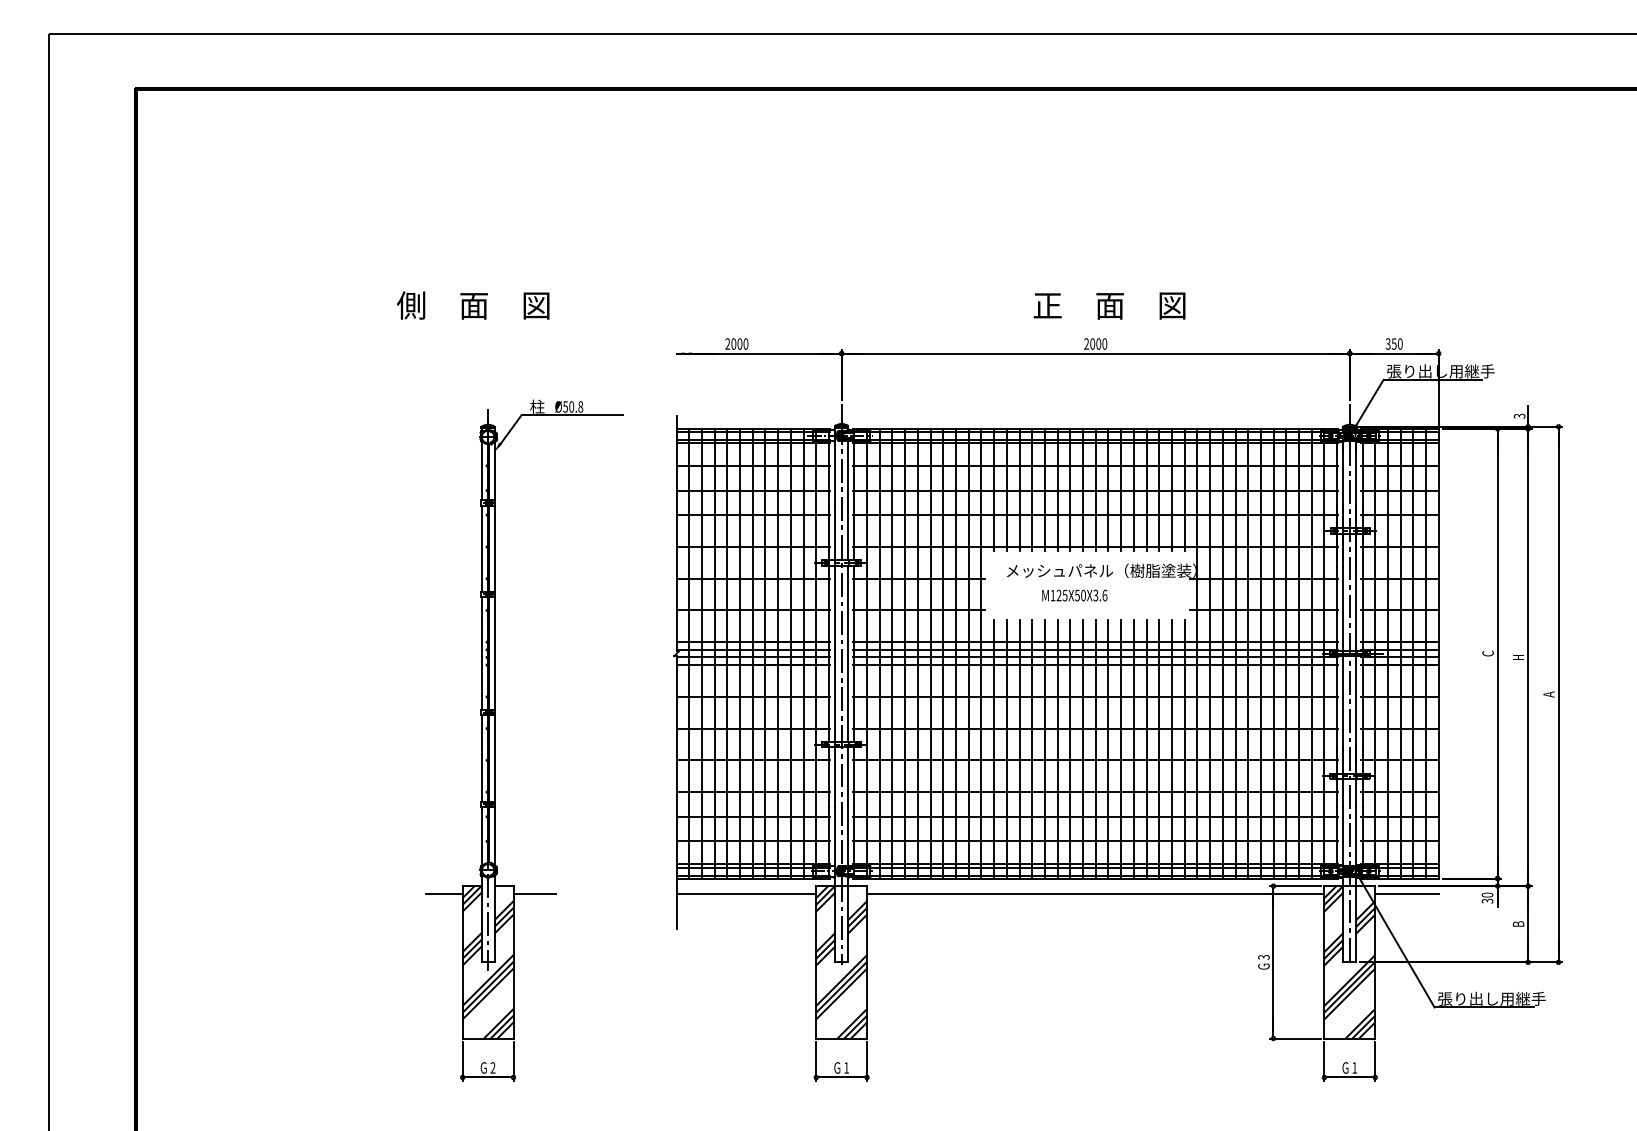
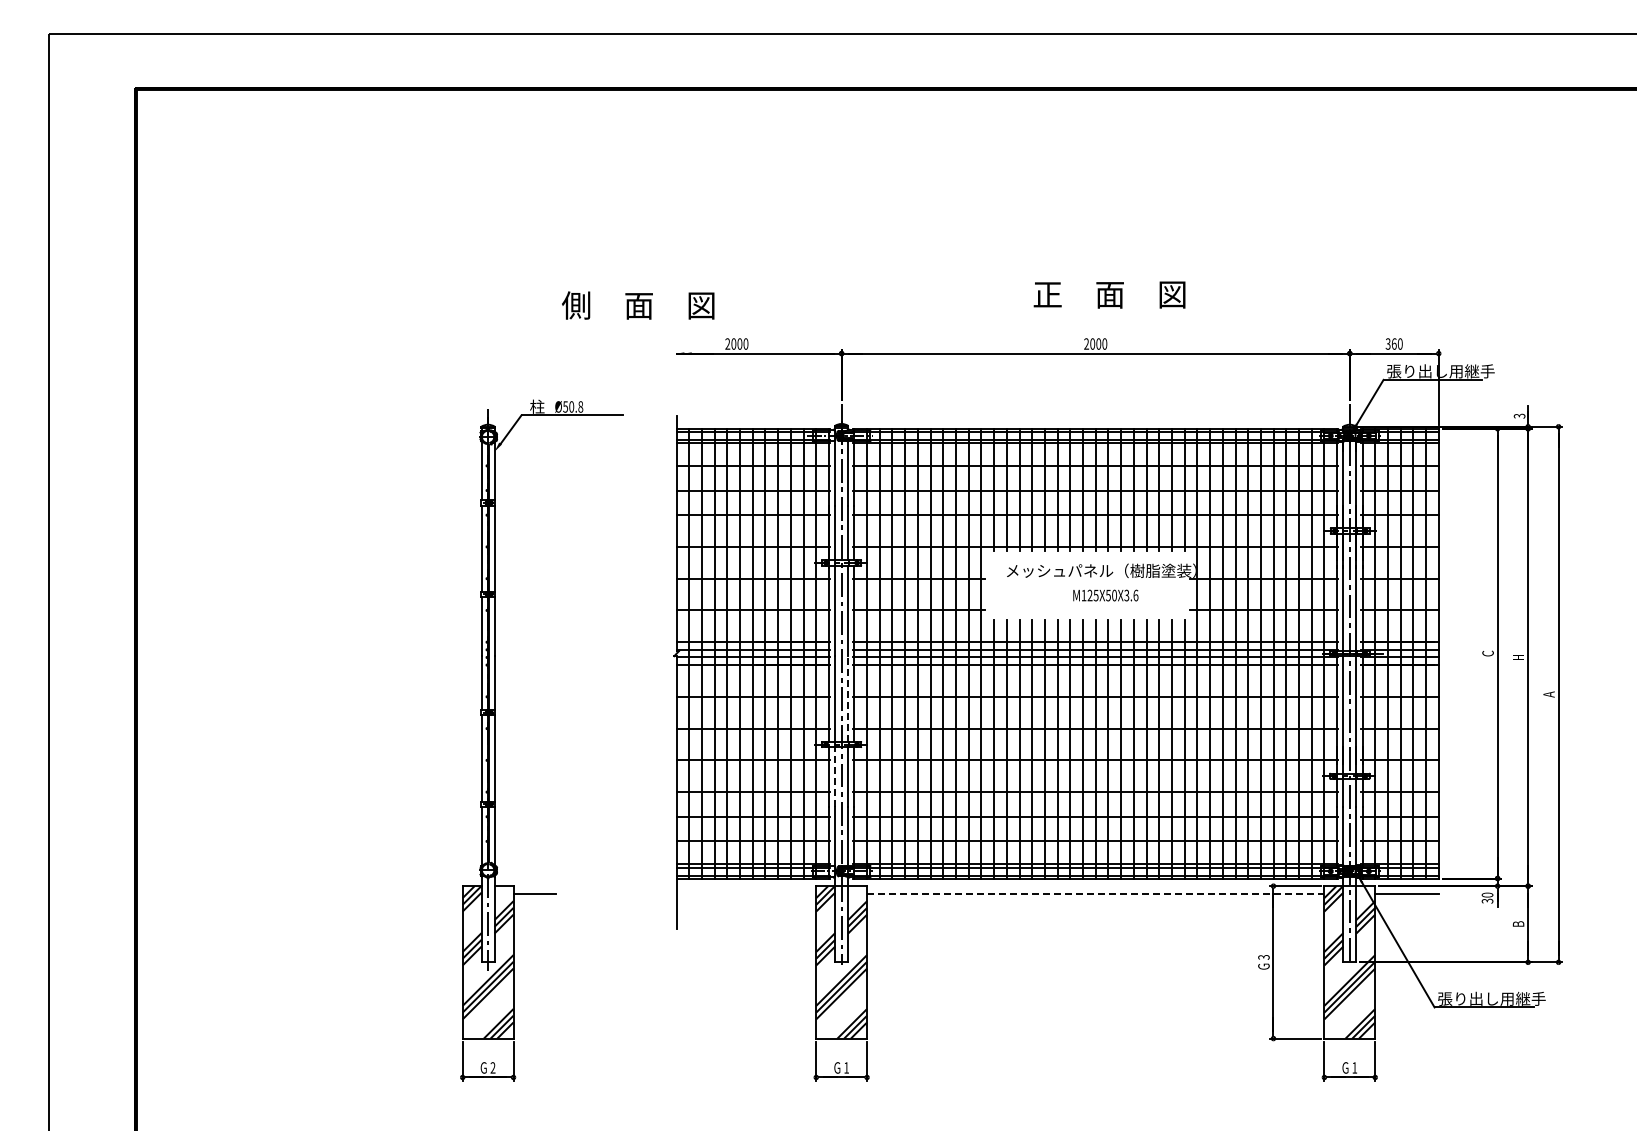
text at (473, 305) position: (473, 305) -> (638, 305)
text at (1109, 305) position: (1109, 305) -> (1109, 294)
text at (1393, 343): 350 -> 360
text at (1074, 595) position: (1074, 595) -> (1105, 595)
line at (848, 699): solid -> dashed
line at (835, 777): solid -> dashed
line at (444, 893): present -> none
line at (746, 893): present -> none
line at (1095, 893): solid -> dashed
